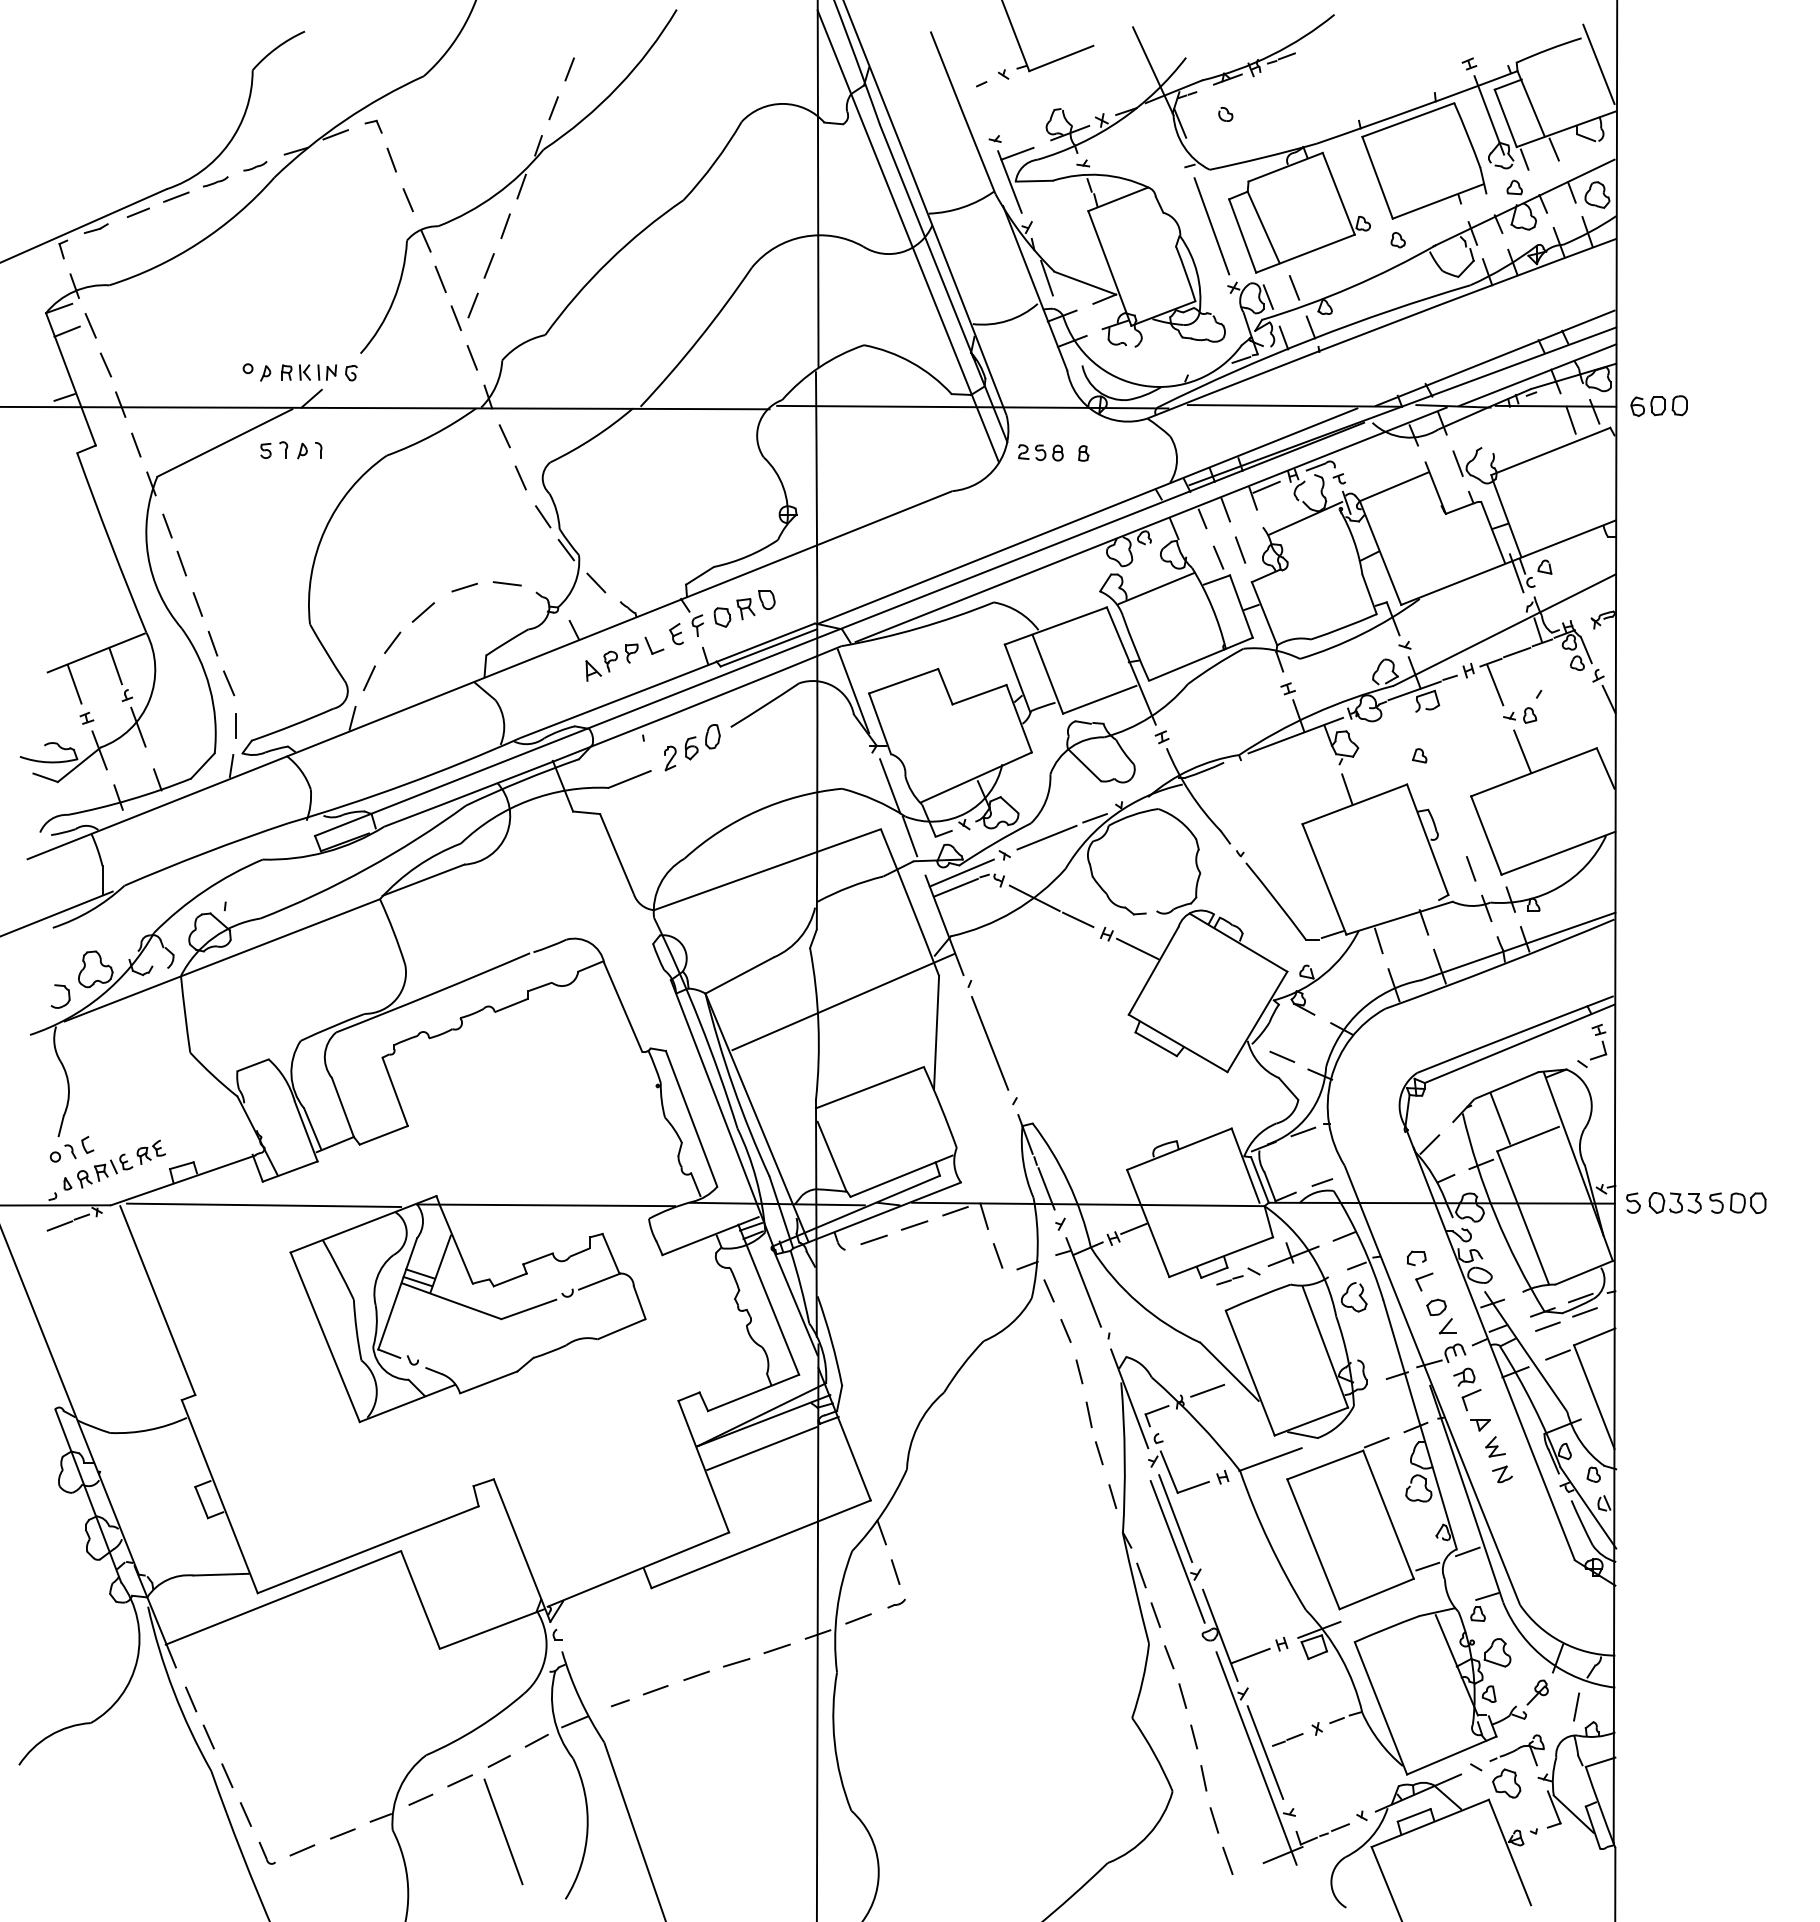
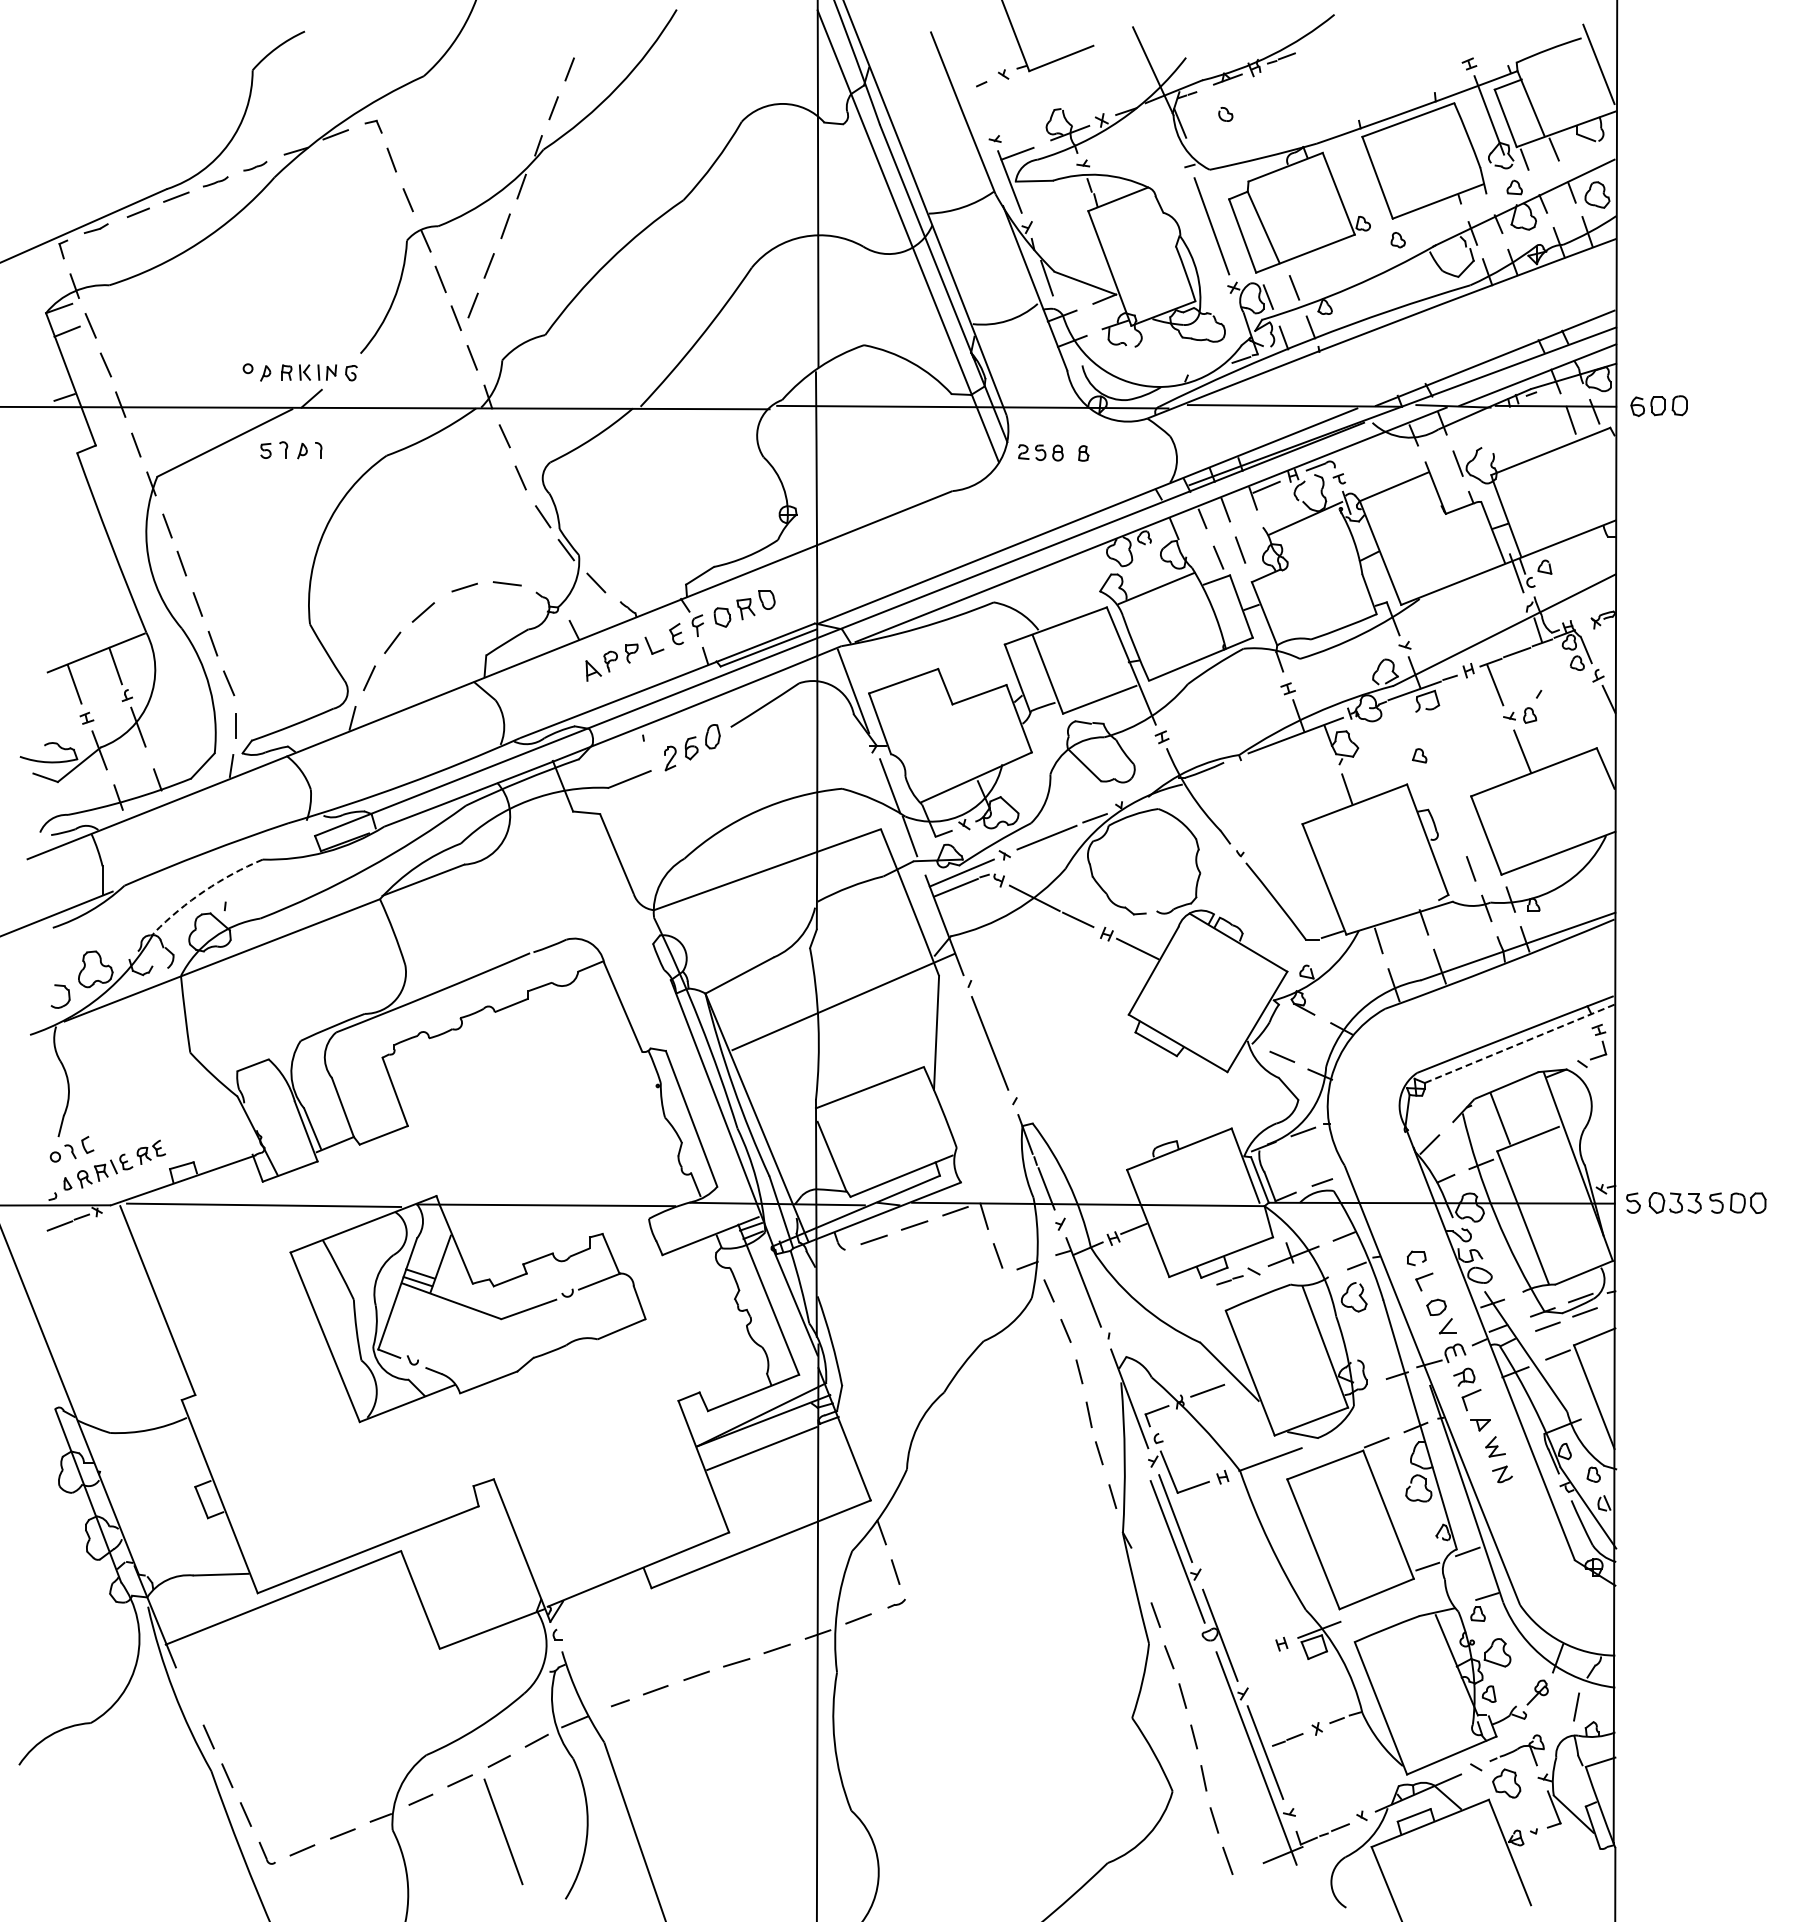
arc at (204, 890): solid -> dashed
line at (1519, 1043): solid -> dashed
line at (1141, 1575): present -> none
line at (1250, 1655): present -> none
line at (191, 1699): present -> none
